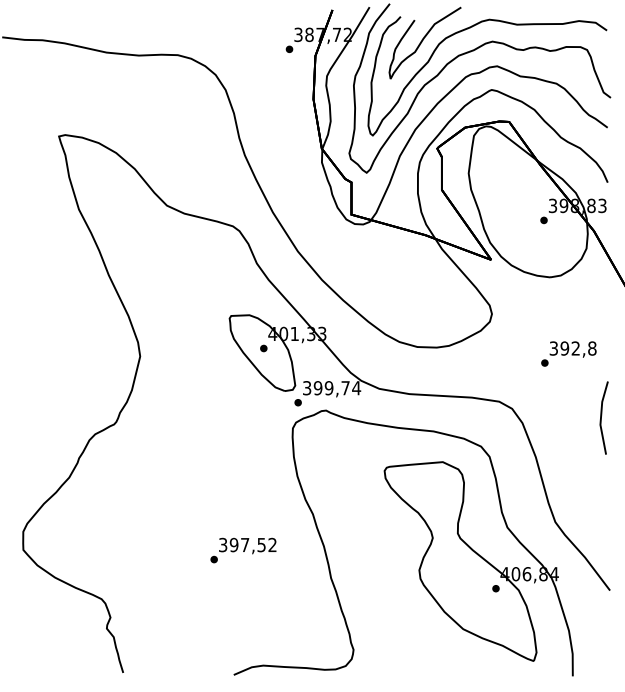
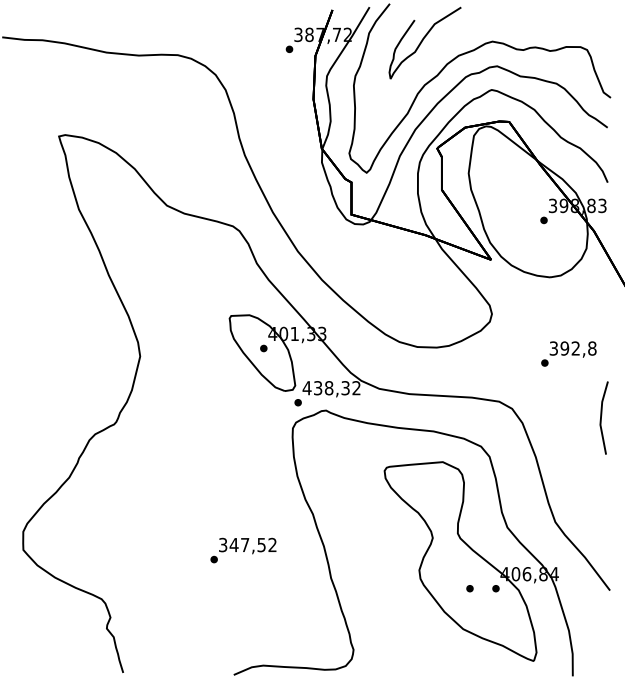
part at (468, 29): present -> none
text at (331, 388): 399,74 -> 438,32
text at (233, 544): 397,52 -> 347,52
part at (469, 588): none -> present
